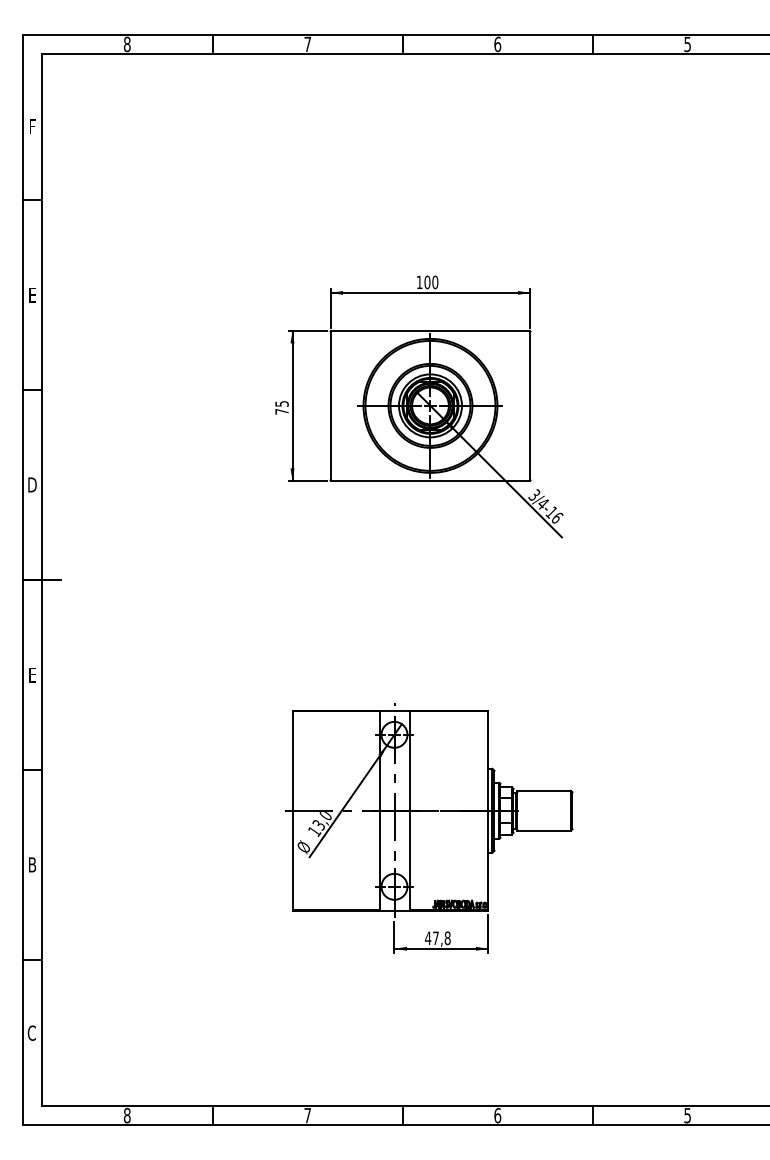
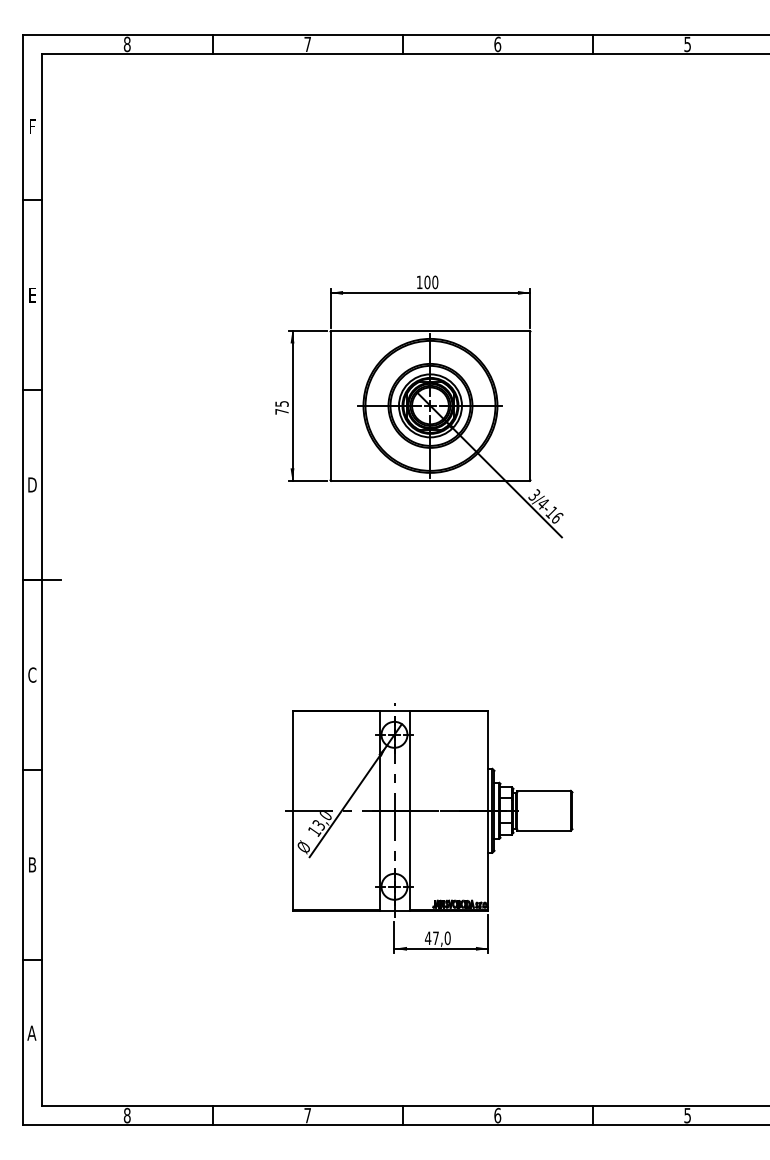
text at (32, 674): E -> C
text at (447, 937): 47,8 -> 47,0
text at (31, 1032): C -> A
